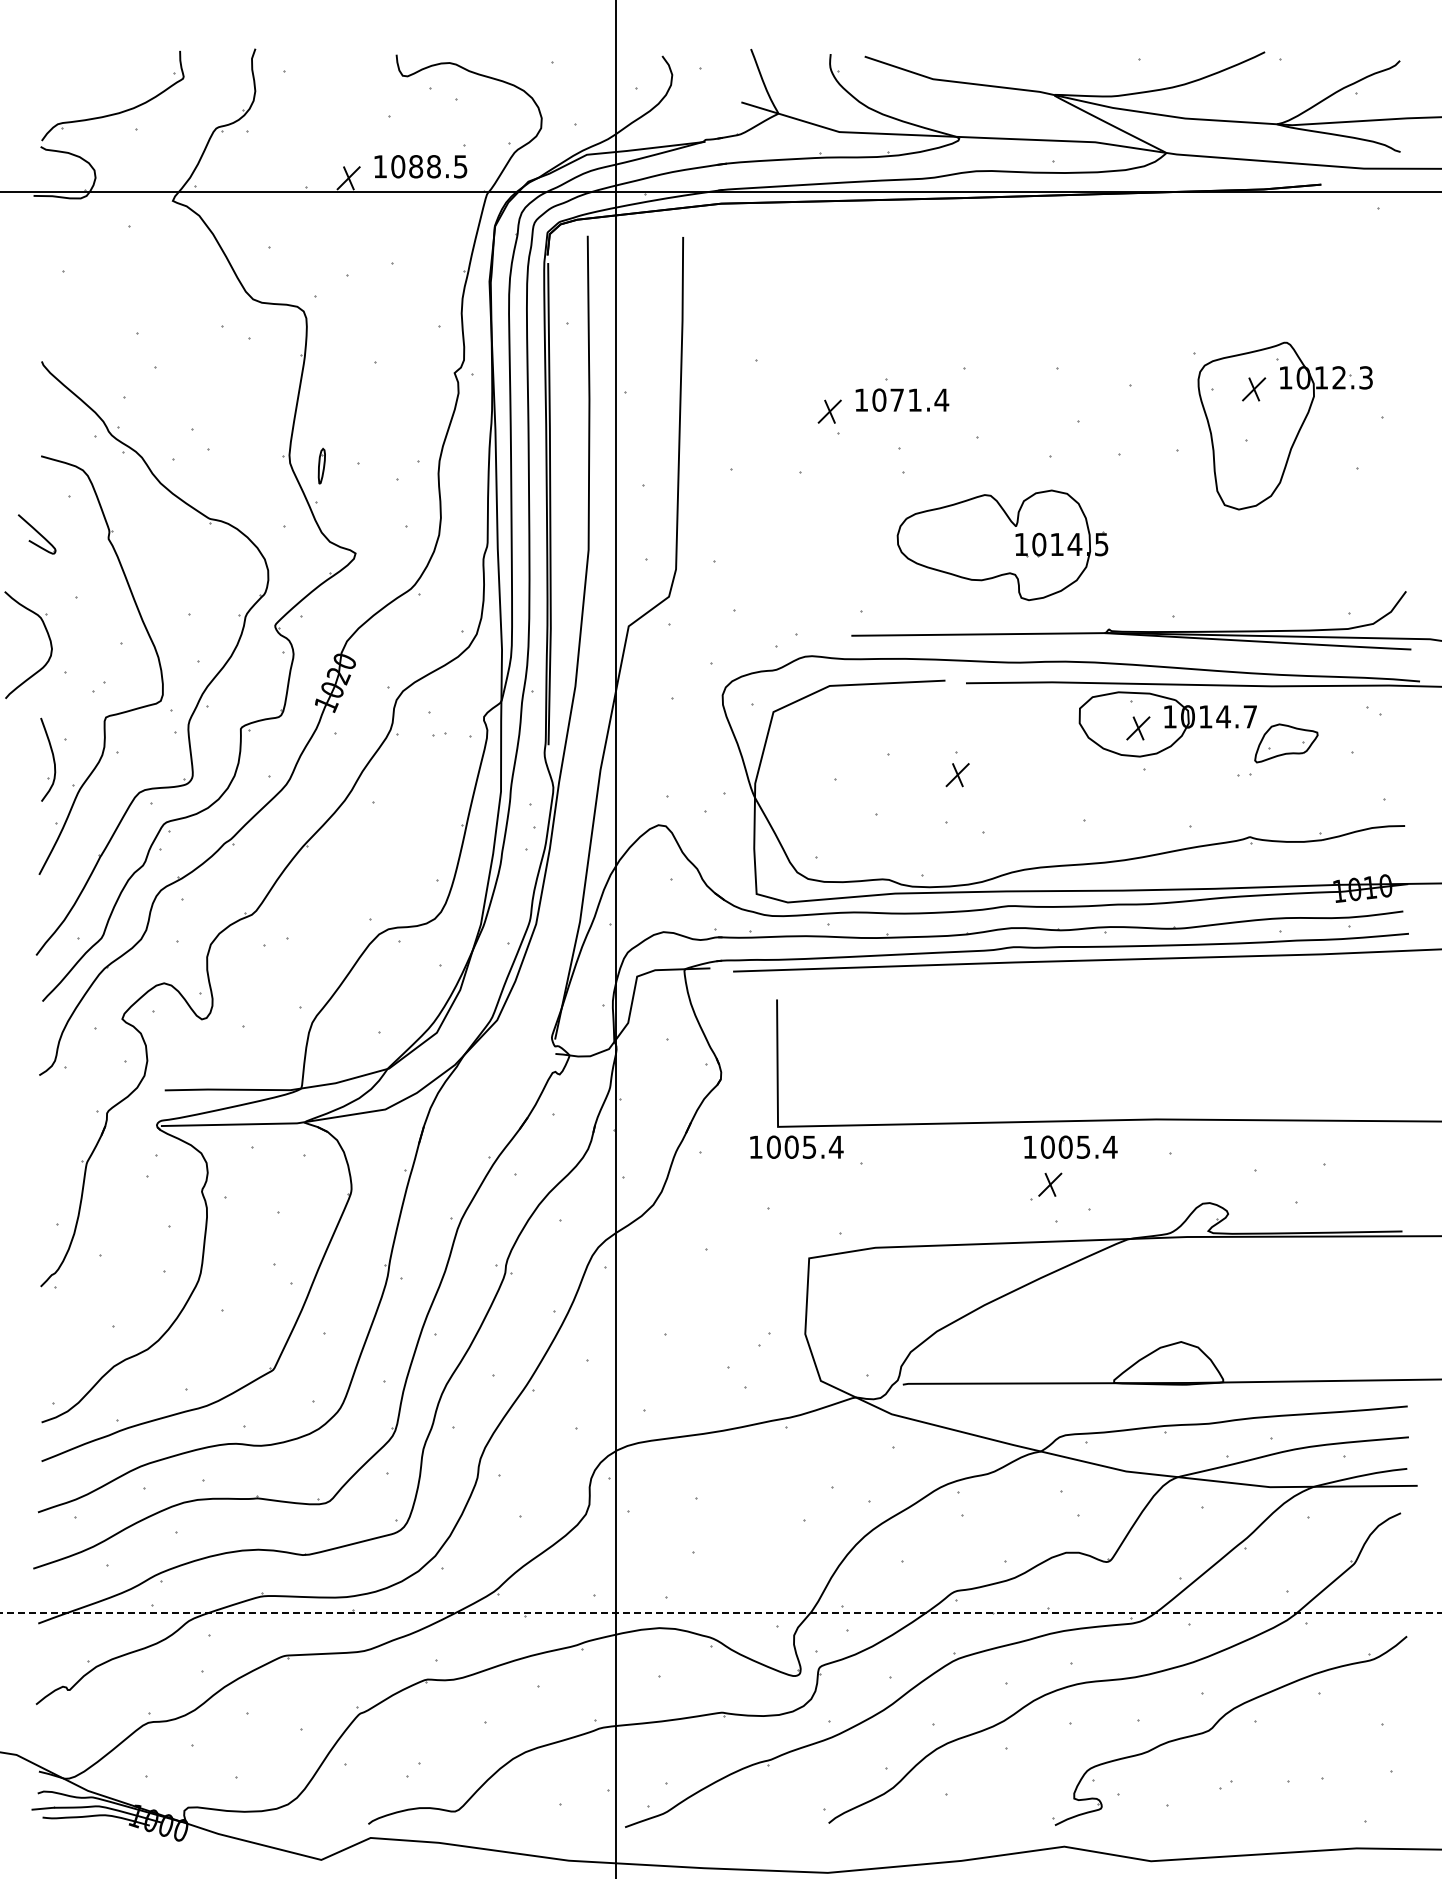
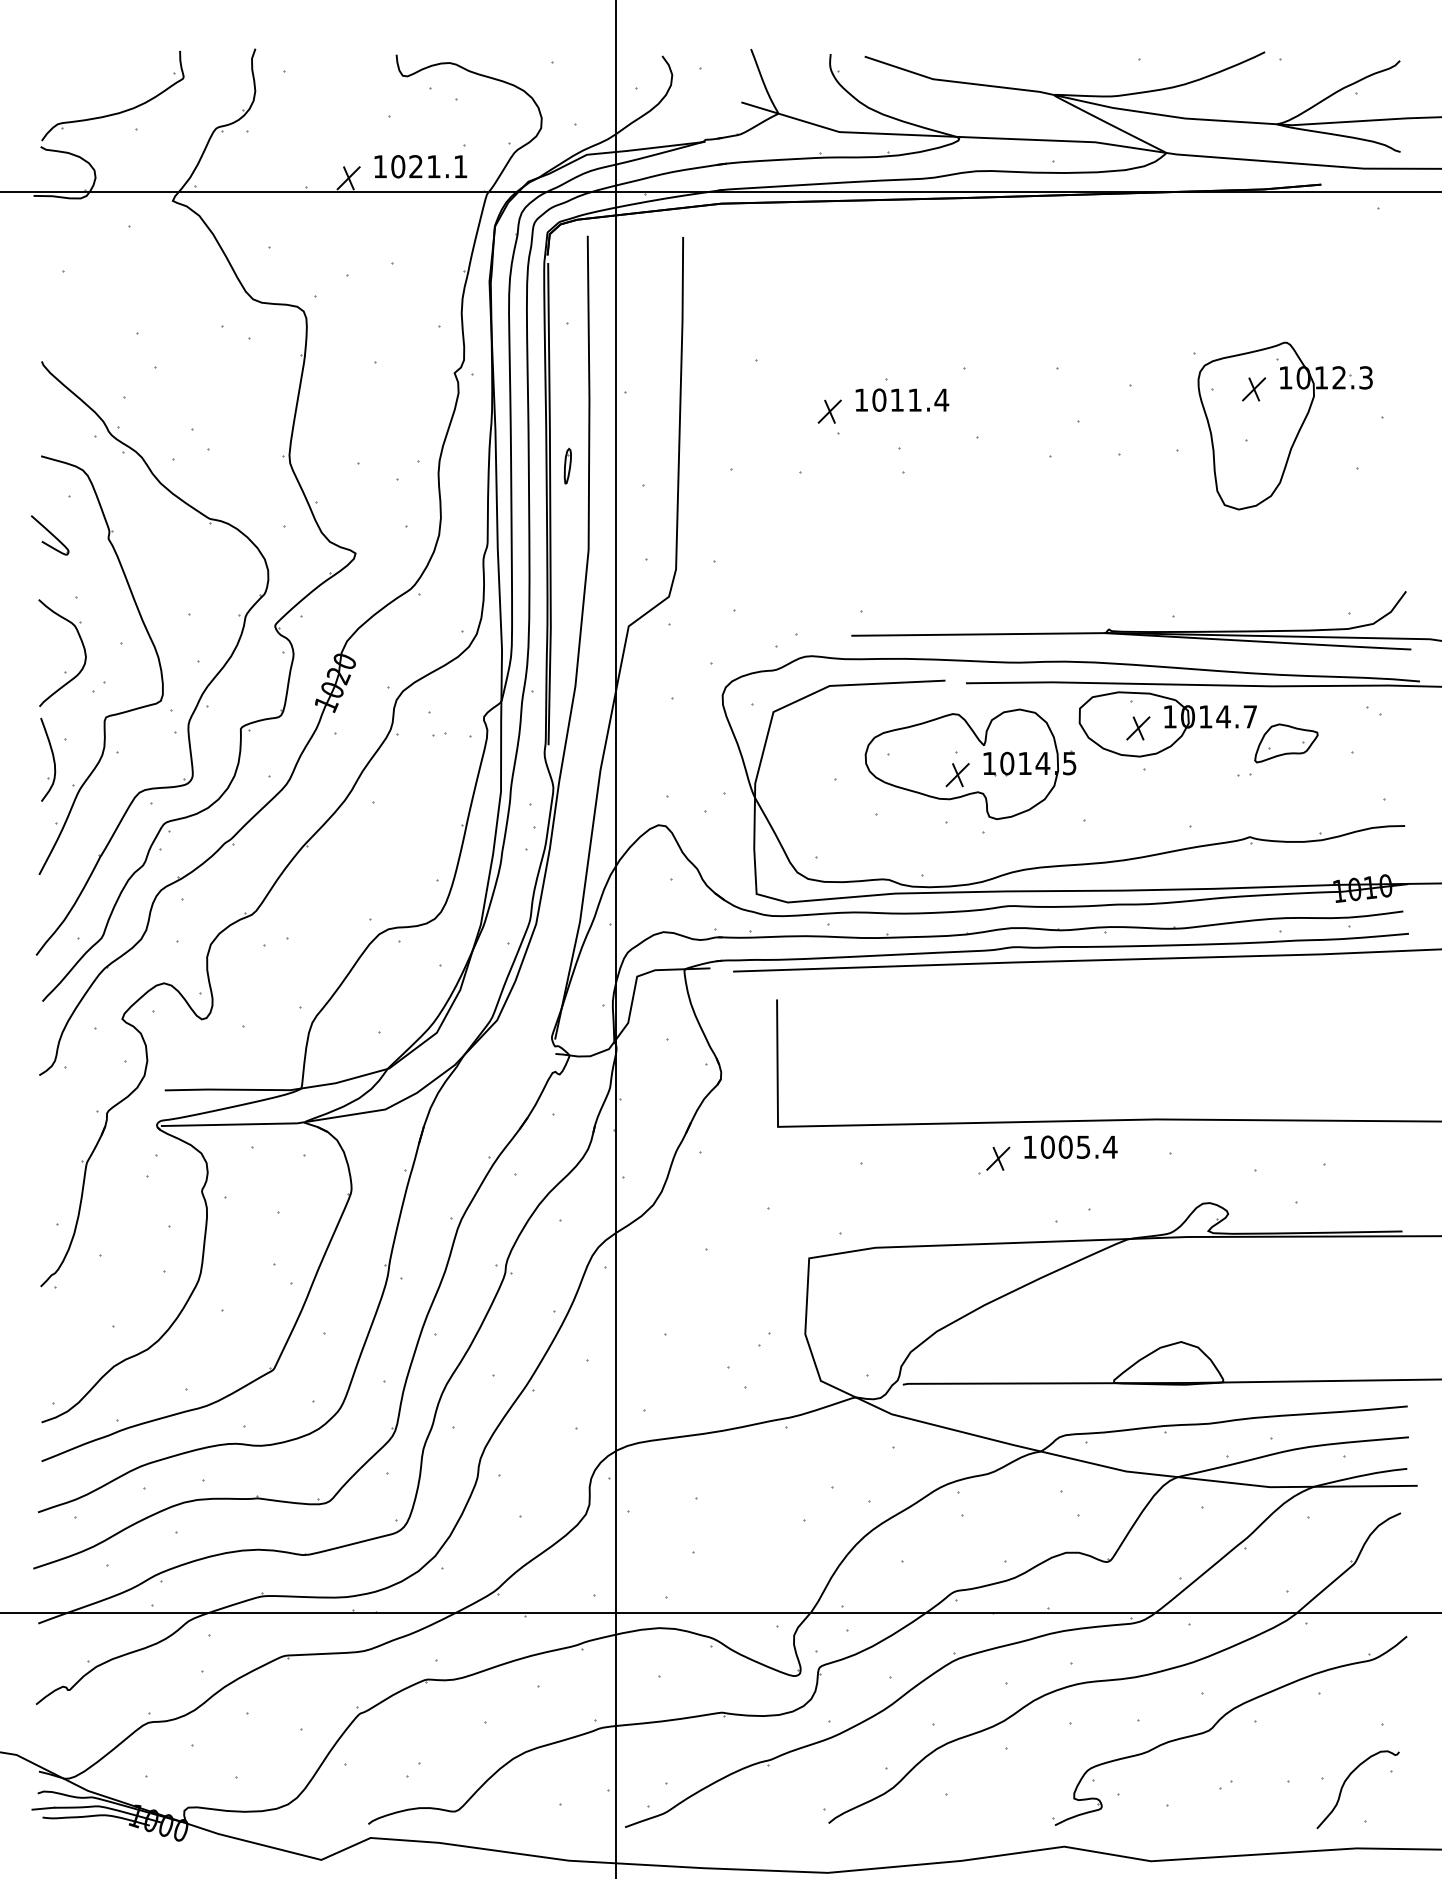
text at (438, 166): 1088.5 -> 1021.1
text at (896, 399): 1071.4 -> 1011.4
part at (321, 465) position: (321, 465) -> (567, 465)
part at (36, 534) position: (36, 534) -> (49, 535)
part at (1002, 545) position: (1002, 545) -> (970, 764)
part at (48, 638) position: (48, 638) -> (82, 646)
part at (796, 1146): present -> none
part at (1046, 1186) position: (1046, 1186) -> (994, 1160)
line at (721, 1613): dashed -> solid
curve at (1346, 1781): none -> present
